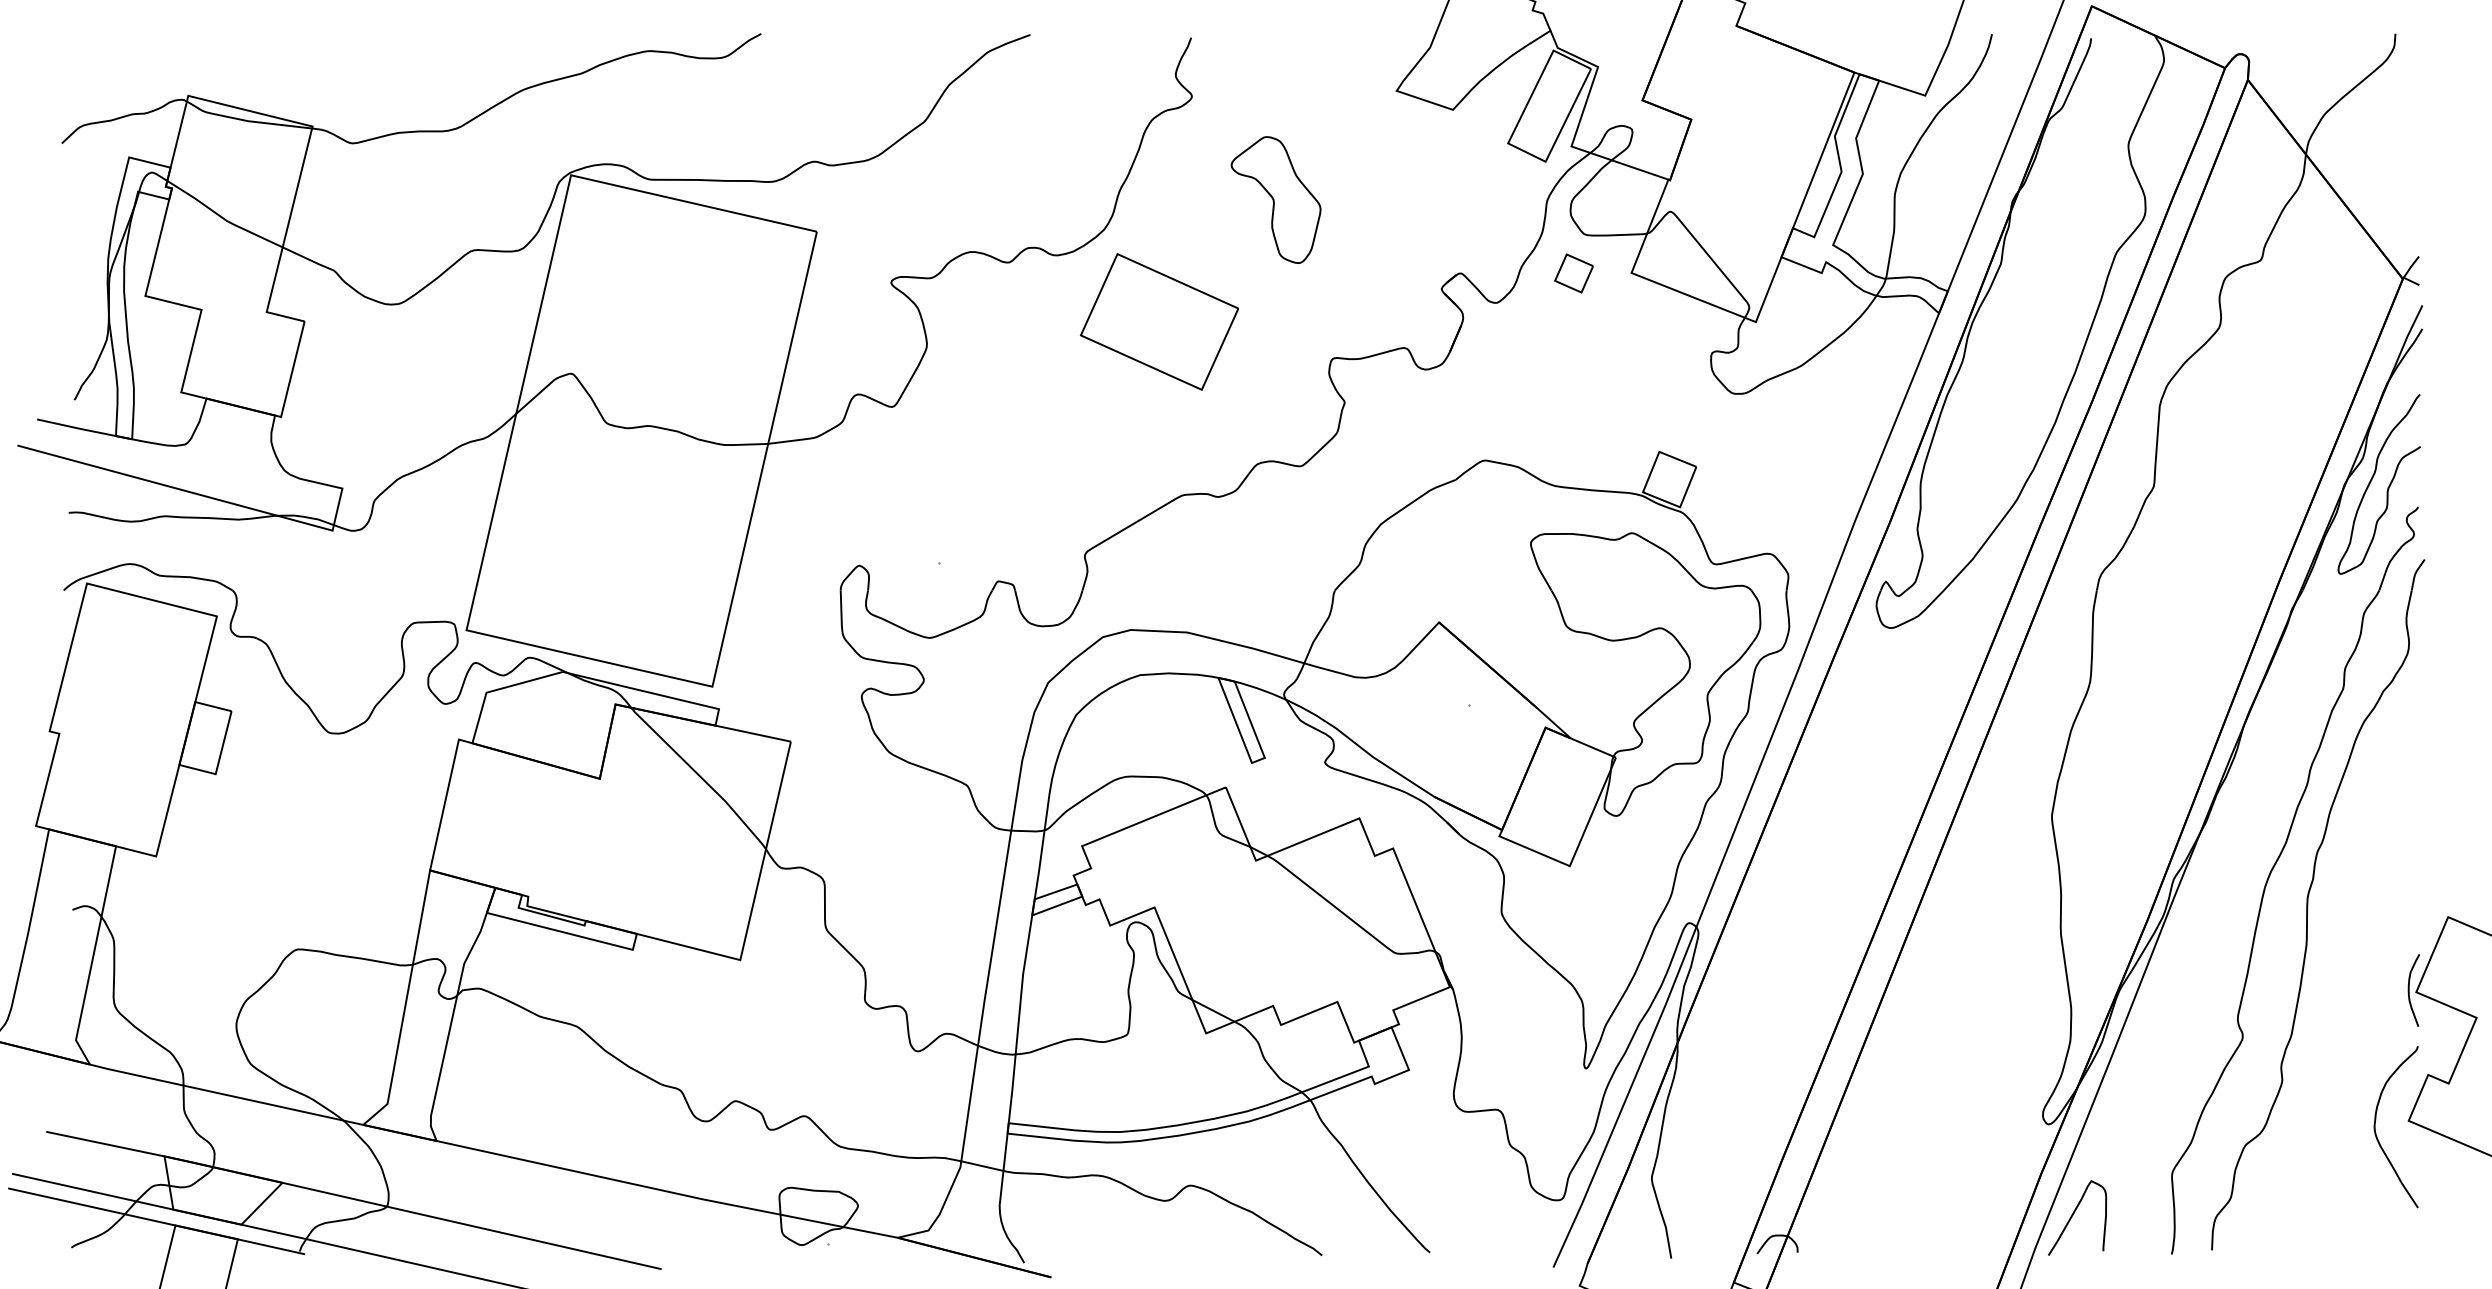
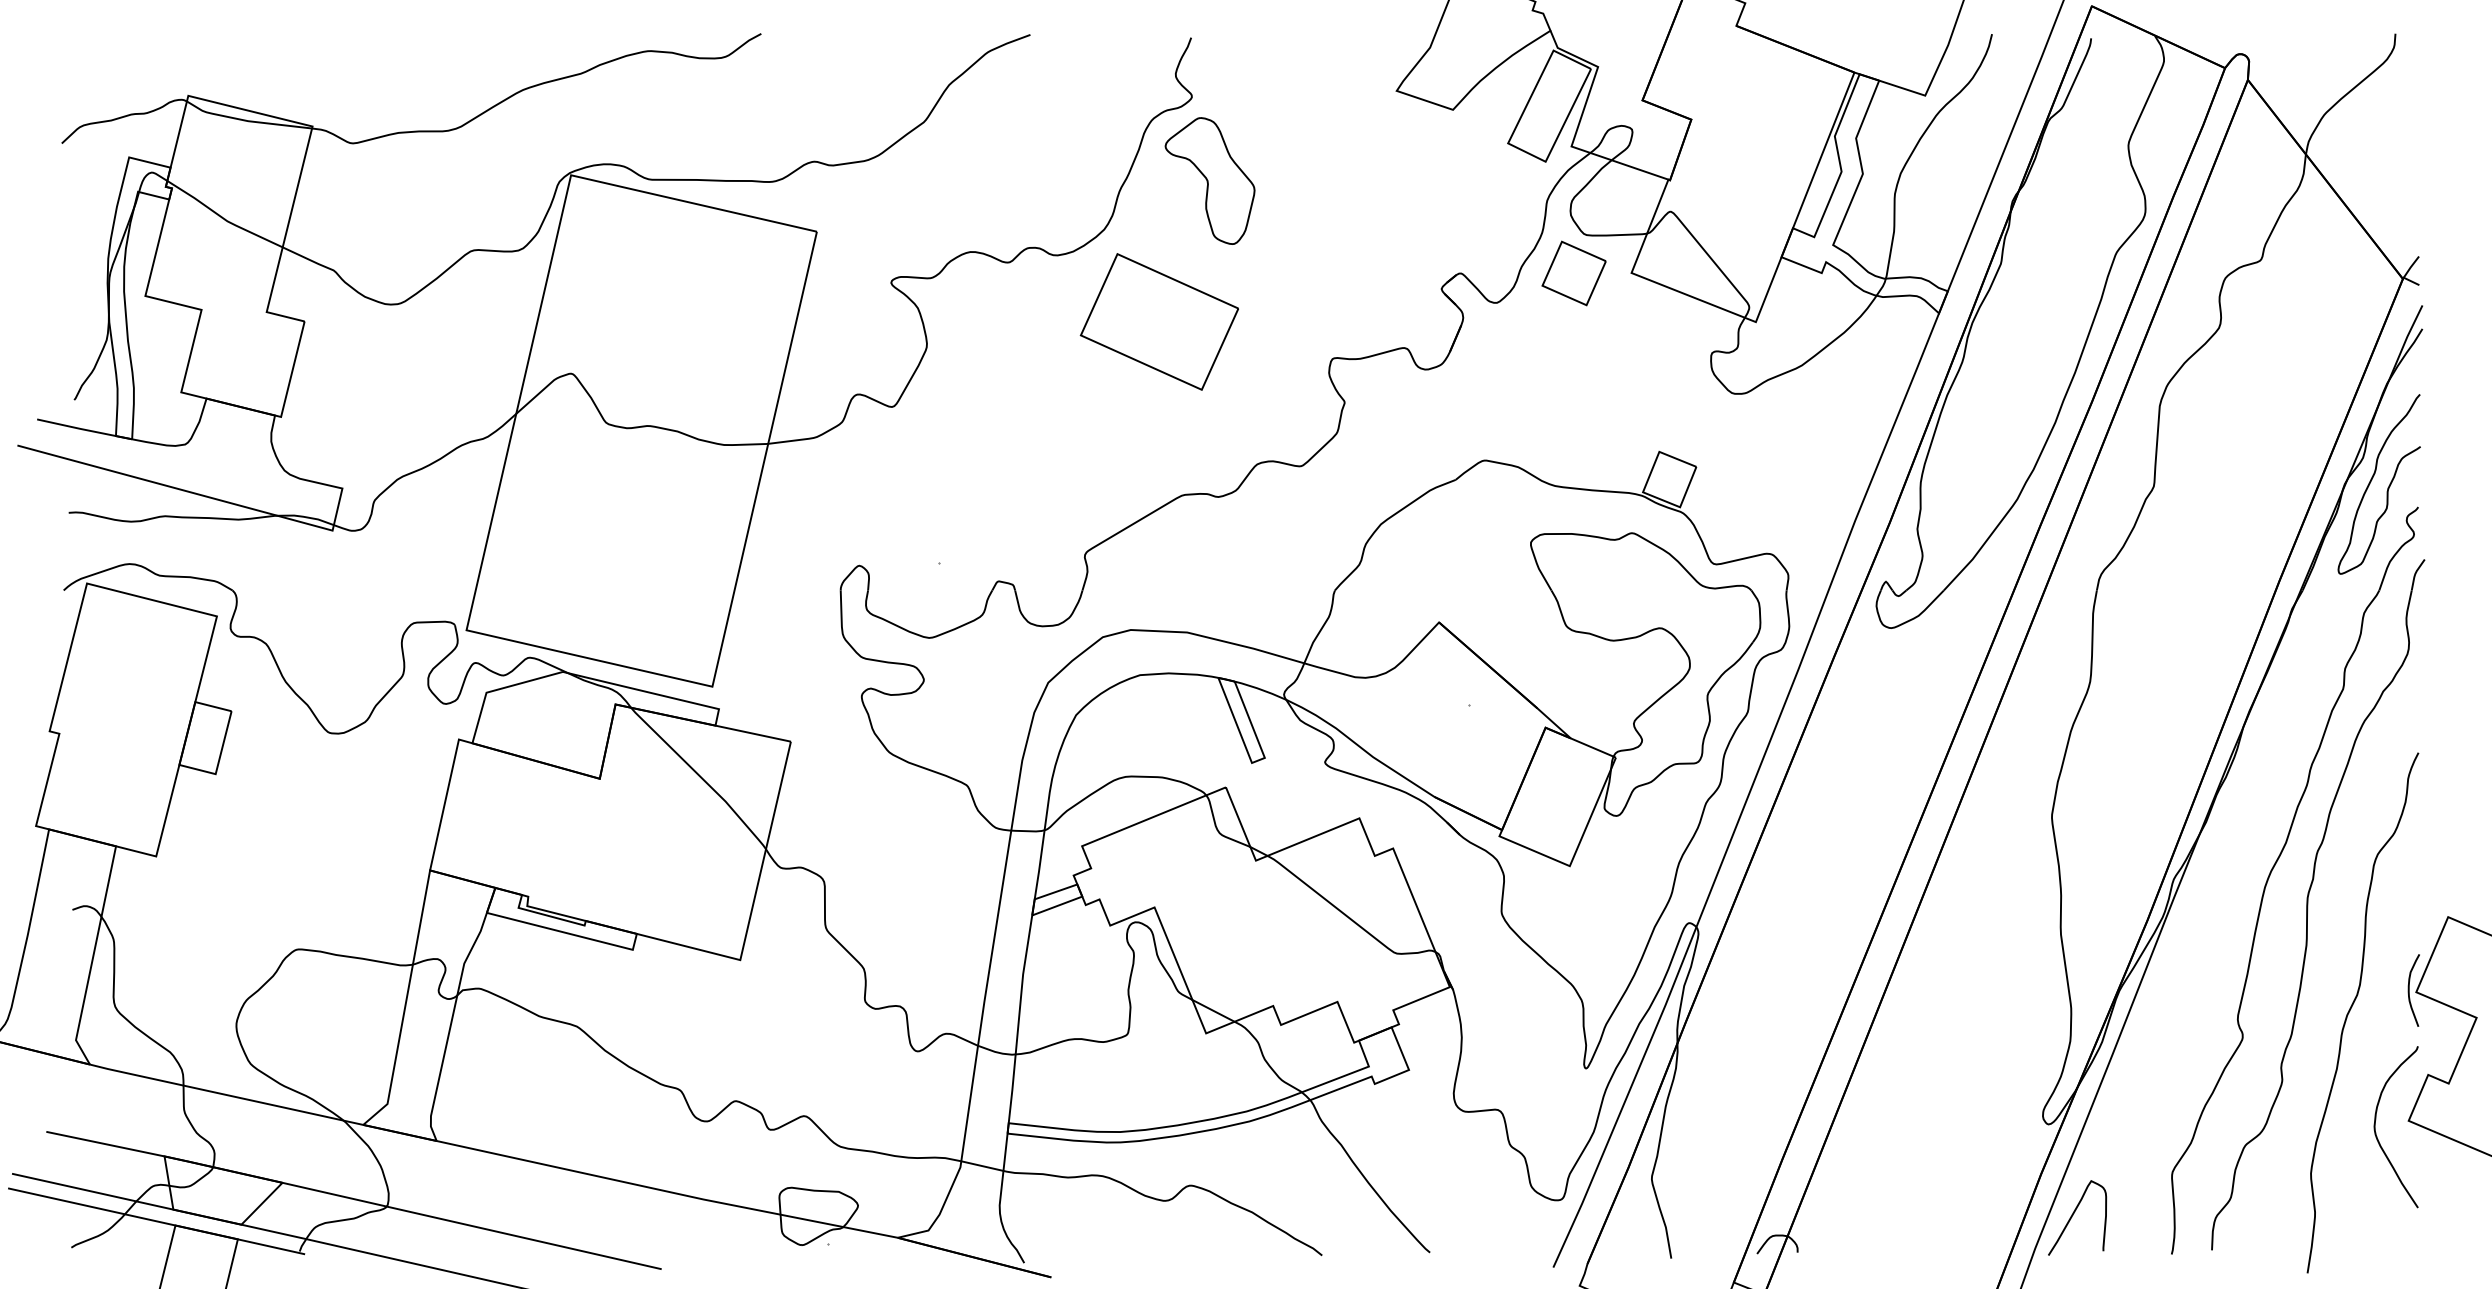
part at (1275, 199) position: (1275, 199) -> (1209, 180)
part at (1573, 273) size: 40x41 px -> 66x67 px
curve at (2352, 1007): none -> present
